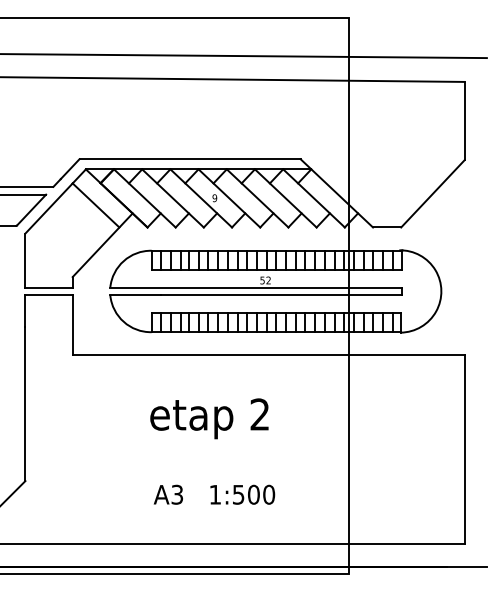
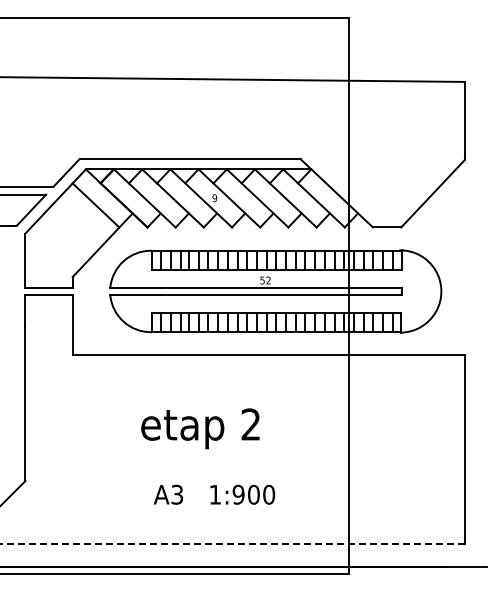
line at (244, 56): present -> none
text at (209, 418) position: (209, 418) -> (200, 428)
text at (238, 494): 1:500 -> 1:900
line at (231, 543): solid -> dashed
